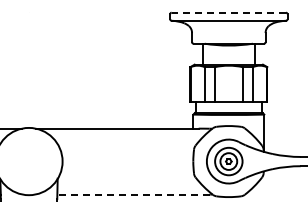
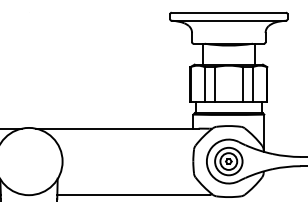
line at (228, 12): dashed -> solid
line at (133, 194): dashed -> solid
